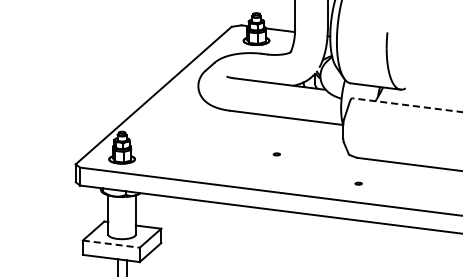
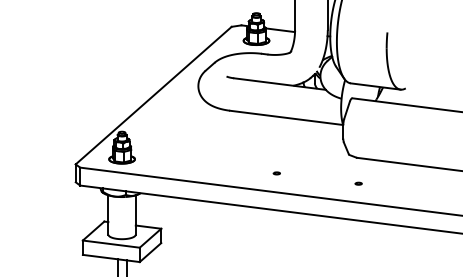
line at (407, 105): dashed -> solid
part at (276, 154) position: (276, 154) -> (276, 173)
line at (111, 244): dashed -> solid
